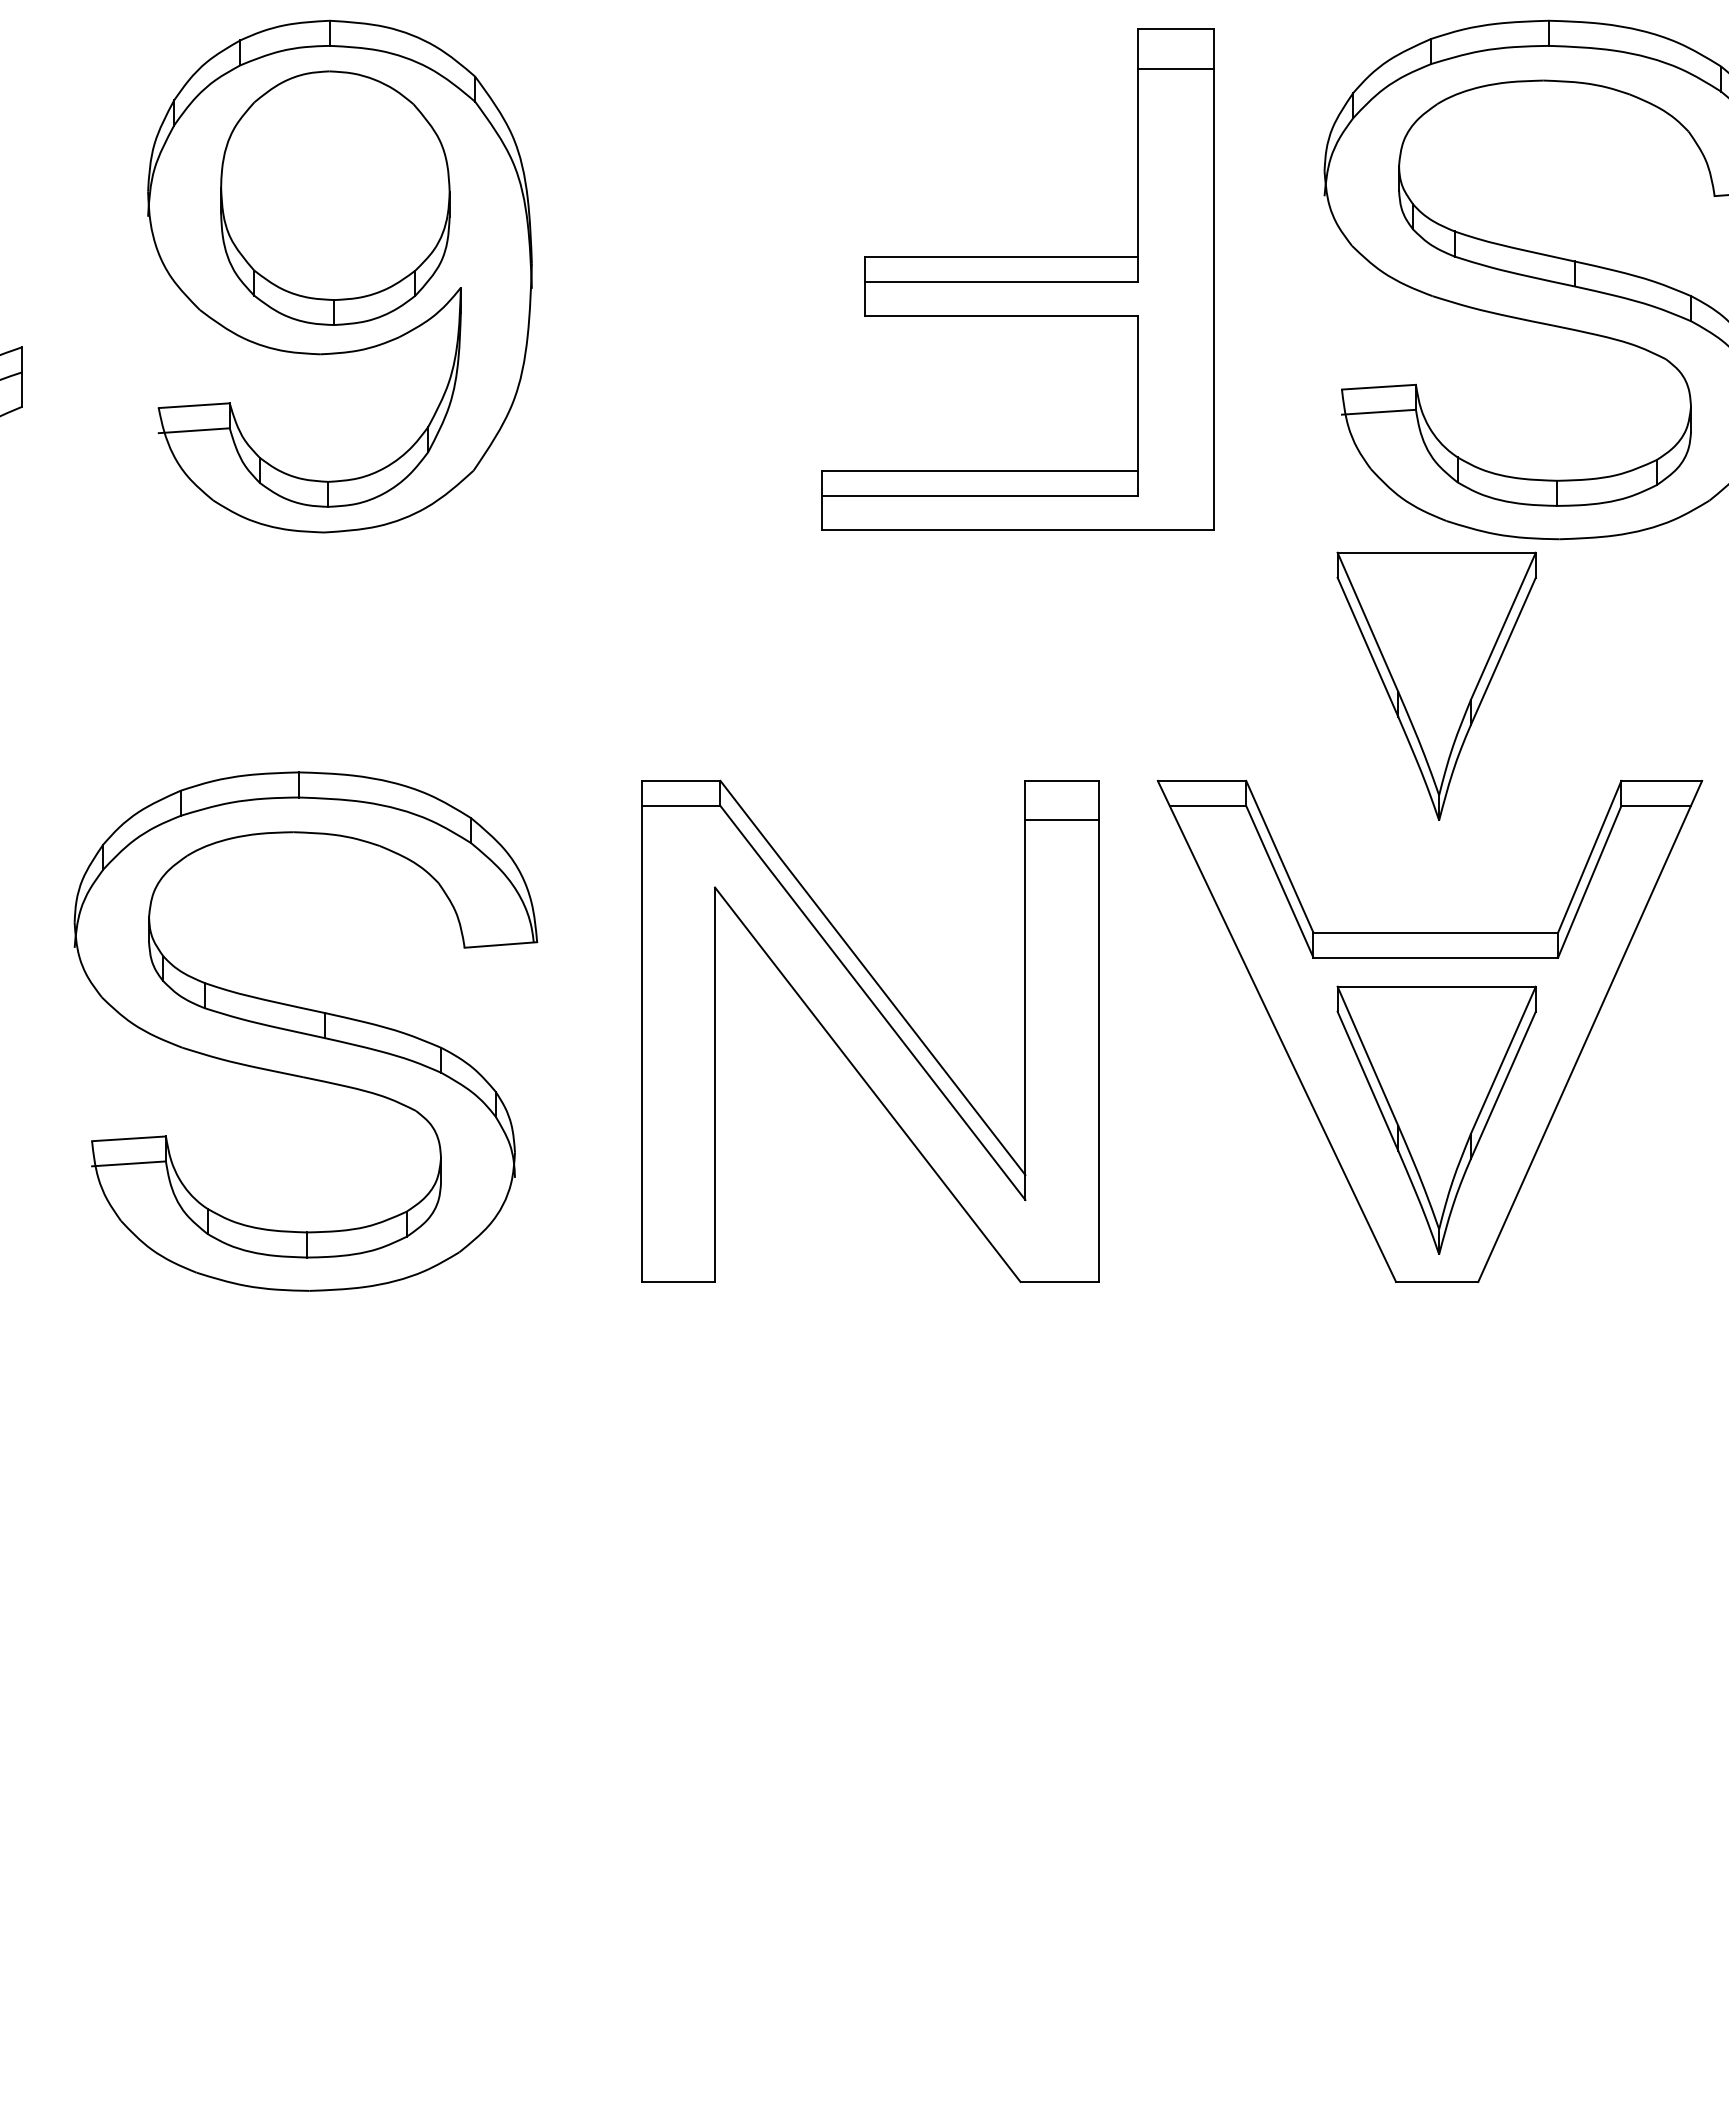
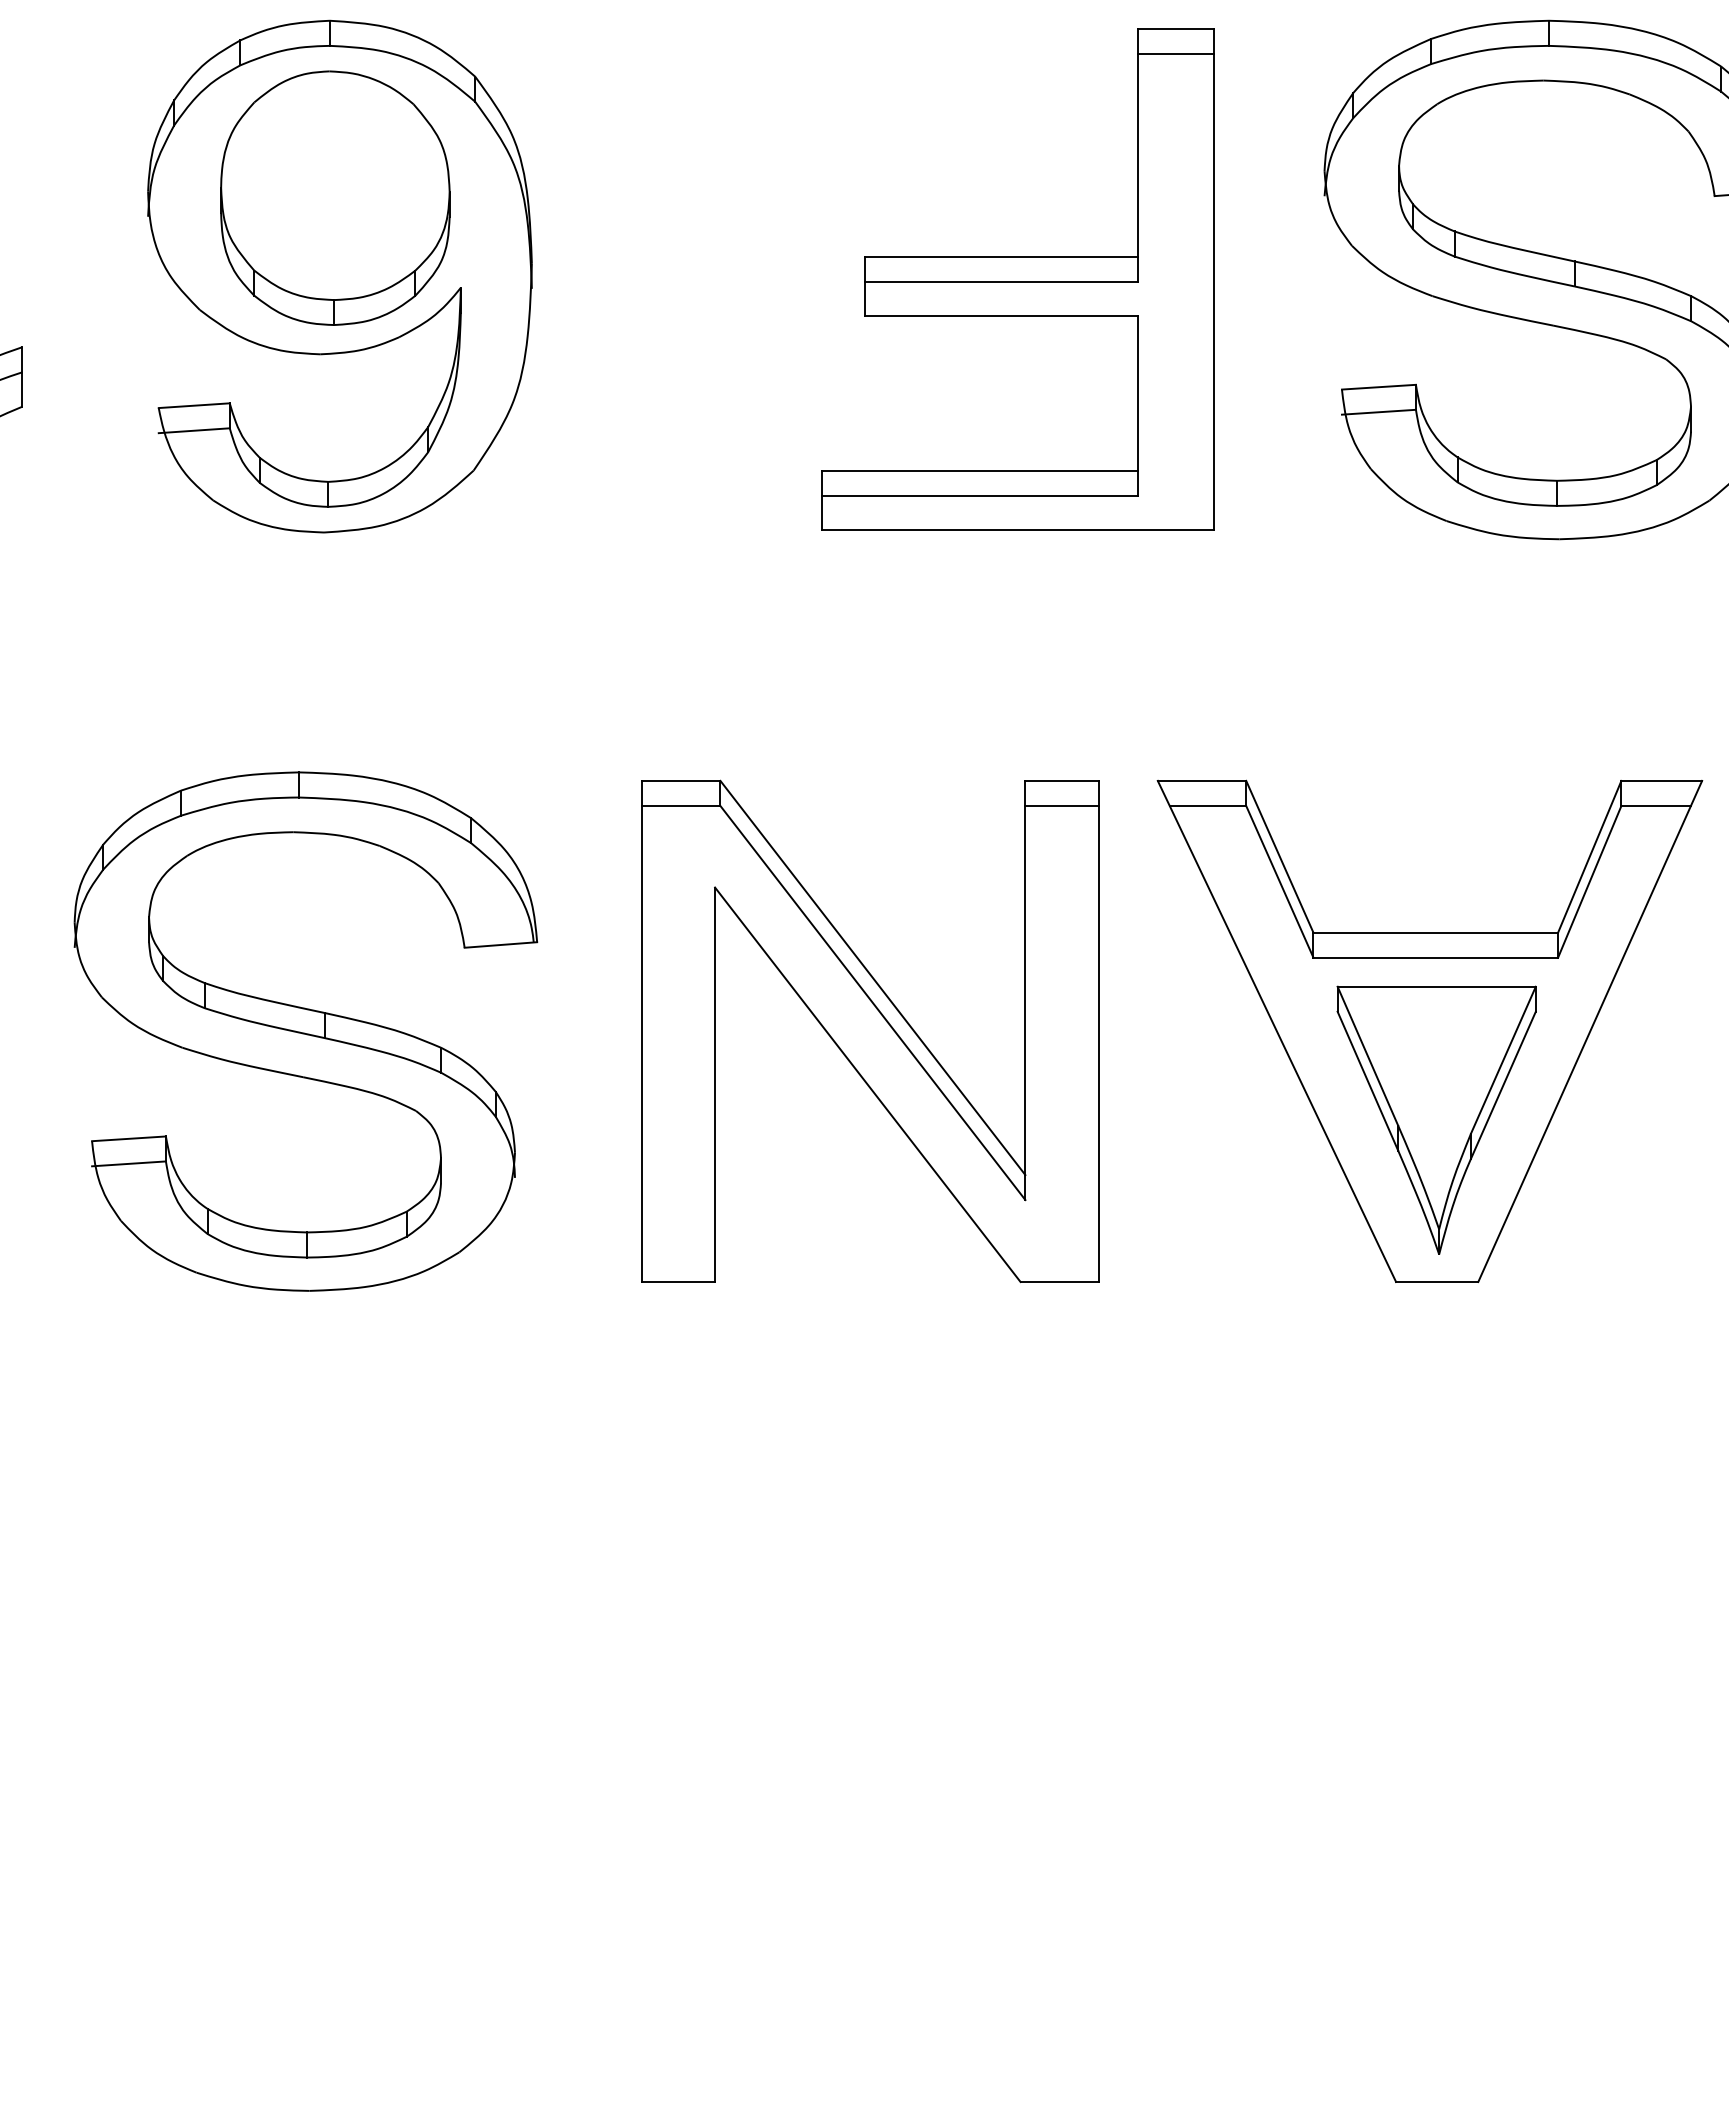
line at (1175, 69) position: (1175, 69) -> (1175, 54)
part at (1436, 685): present -> none
line at (1062, 820) position: (1062, 820) -> (1062, 806)
